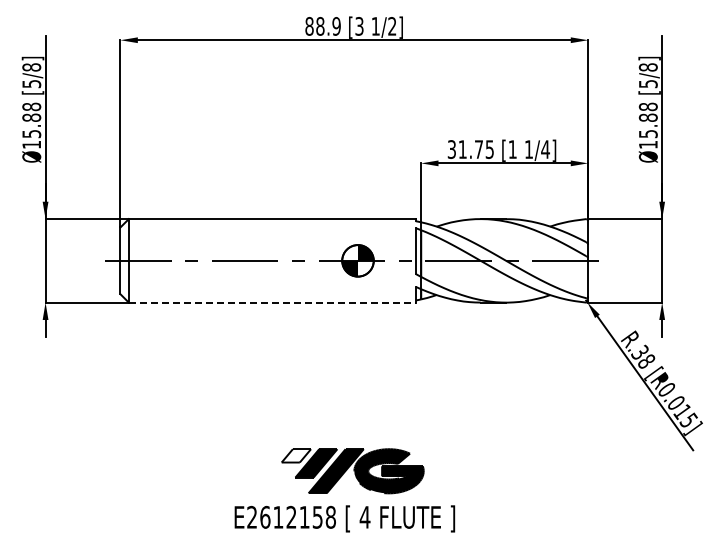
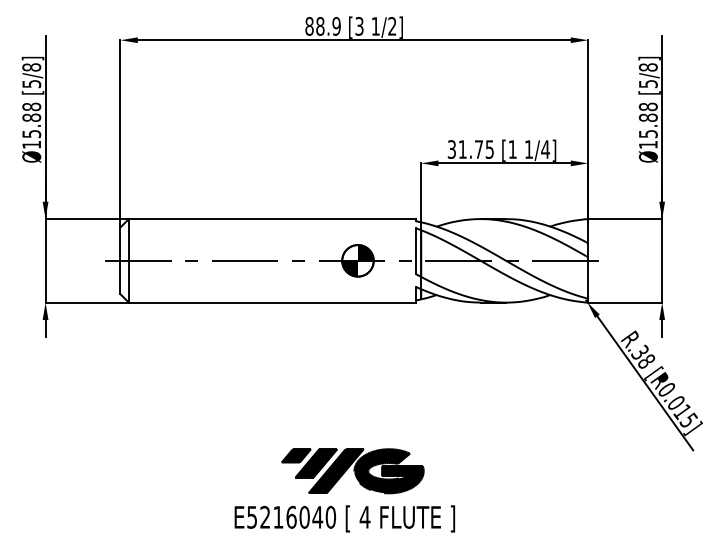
line at (272, 302): dashed -> solid
fill at (296, 455): none -> present
text at (291, 516): E2612158 -> E5216040
